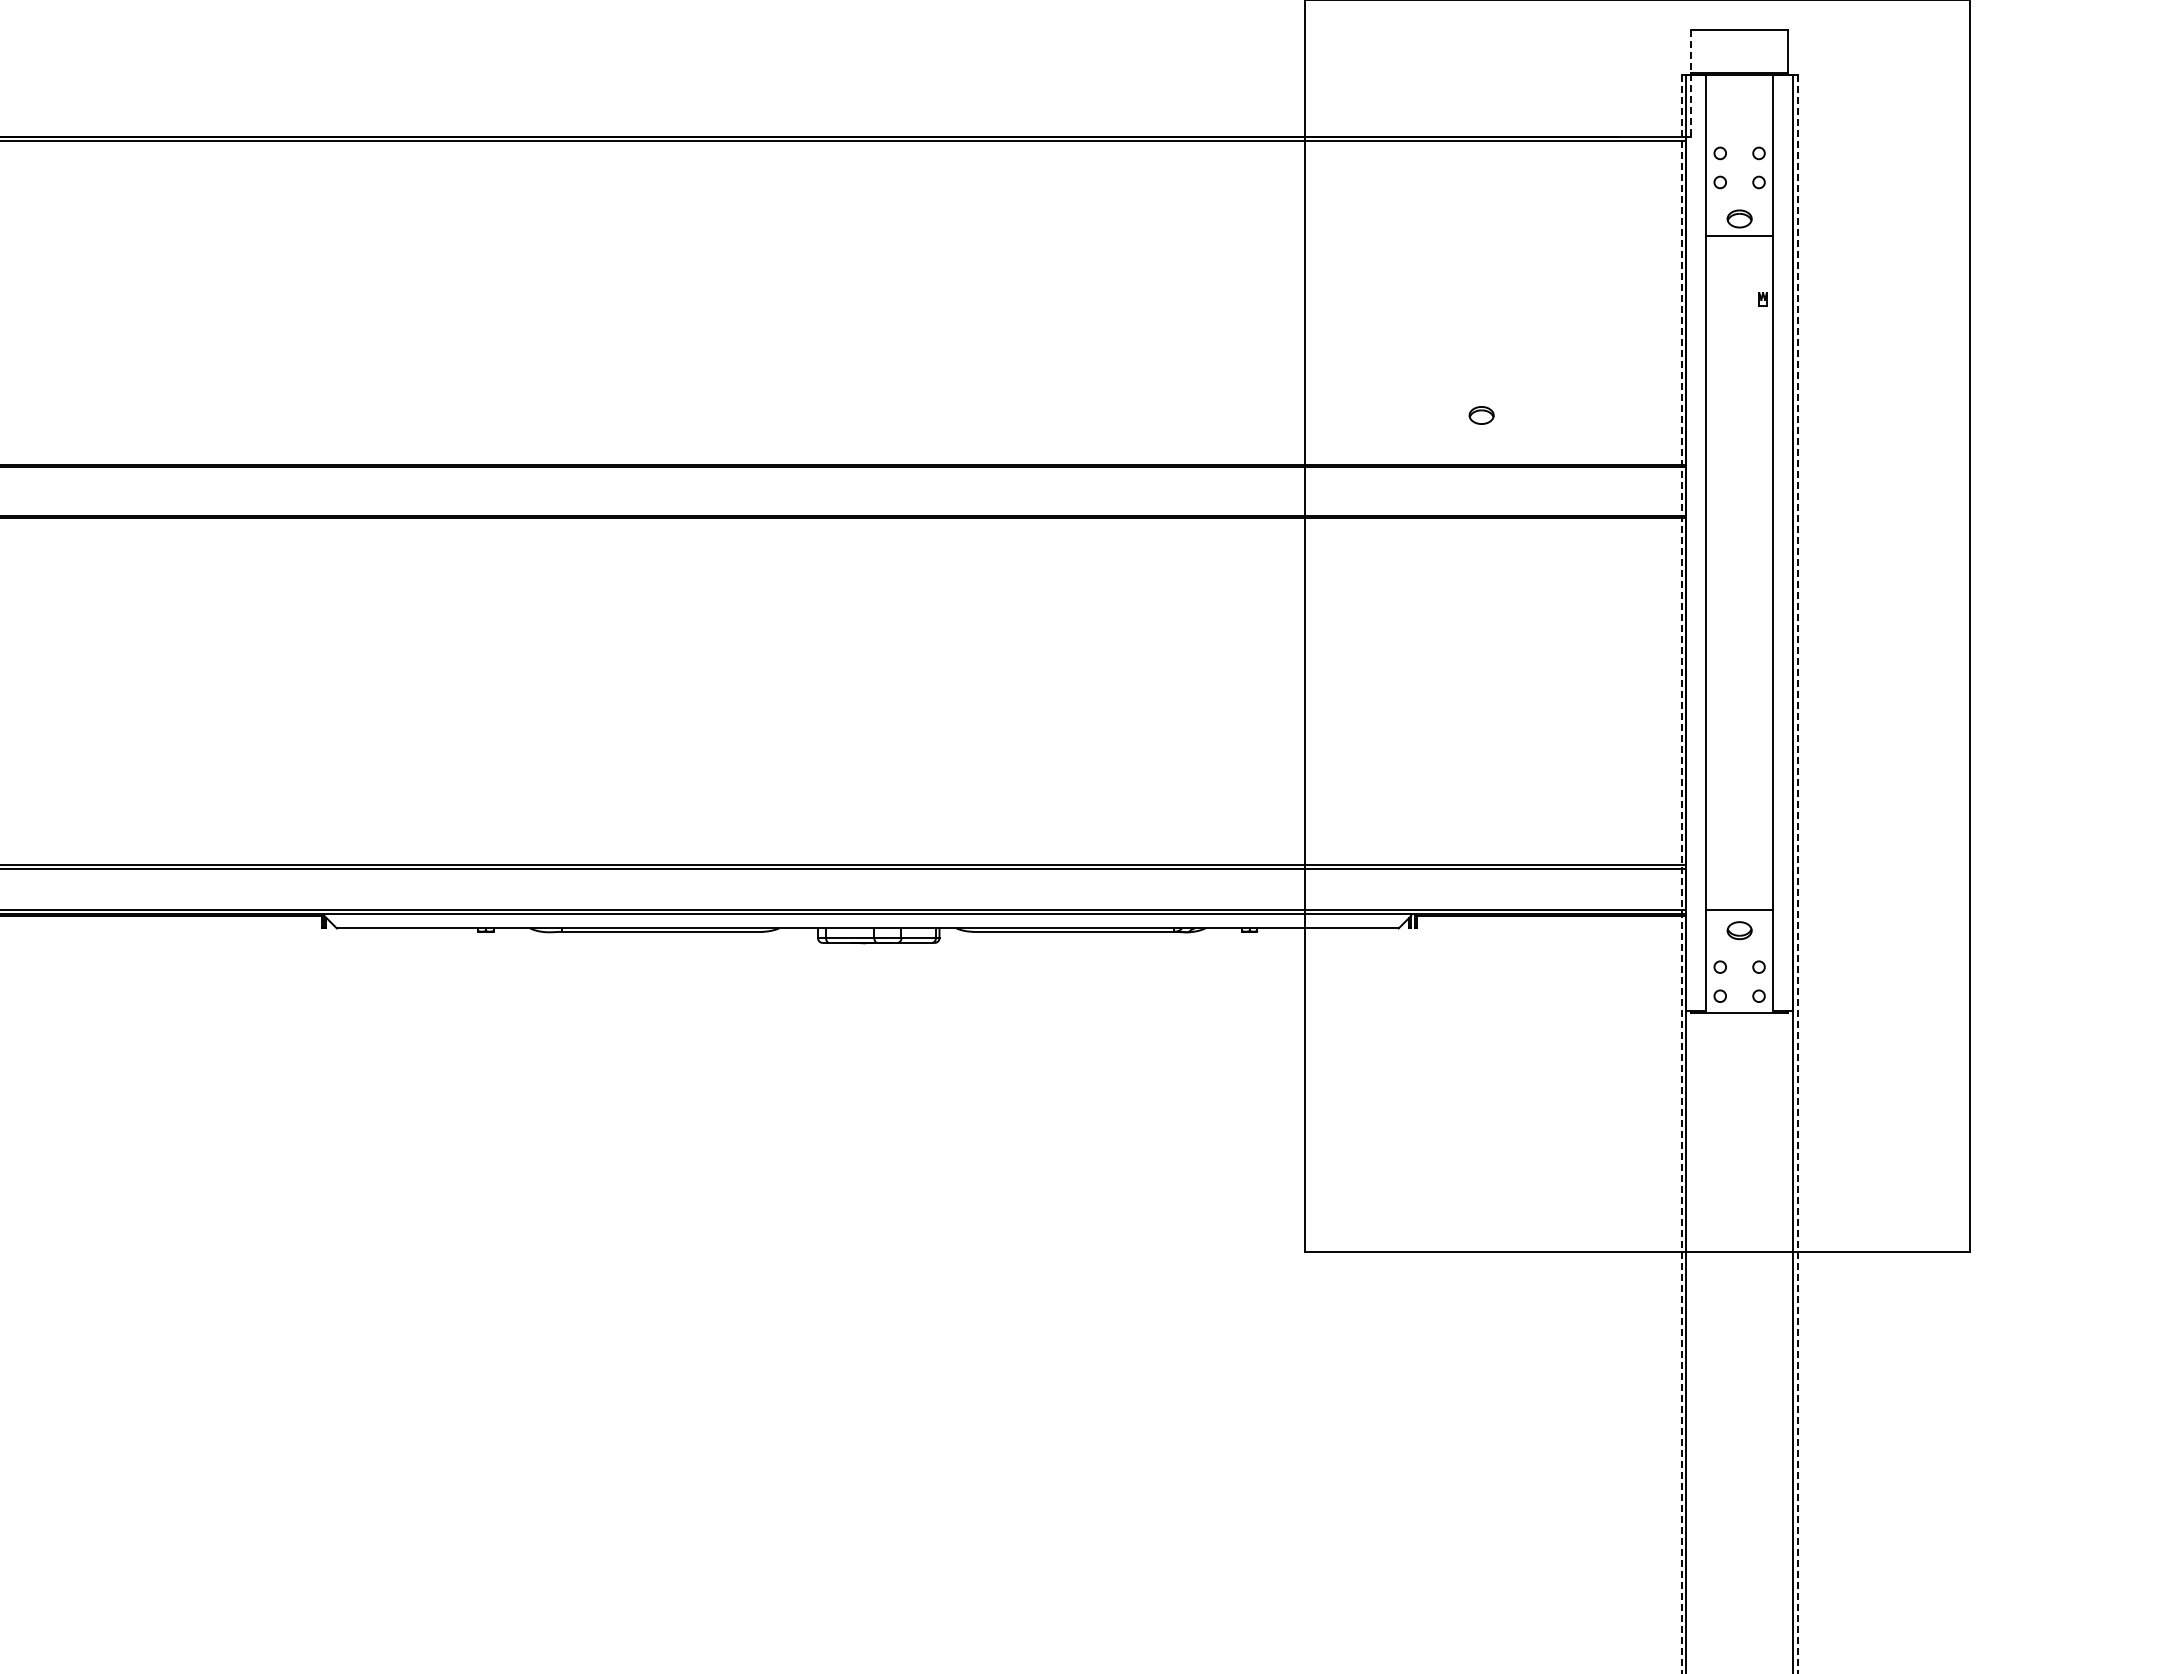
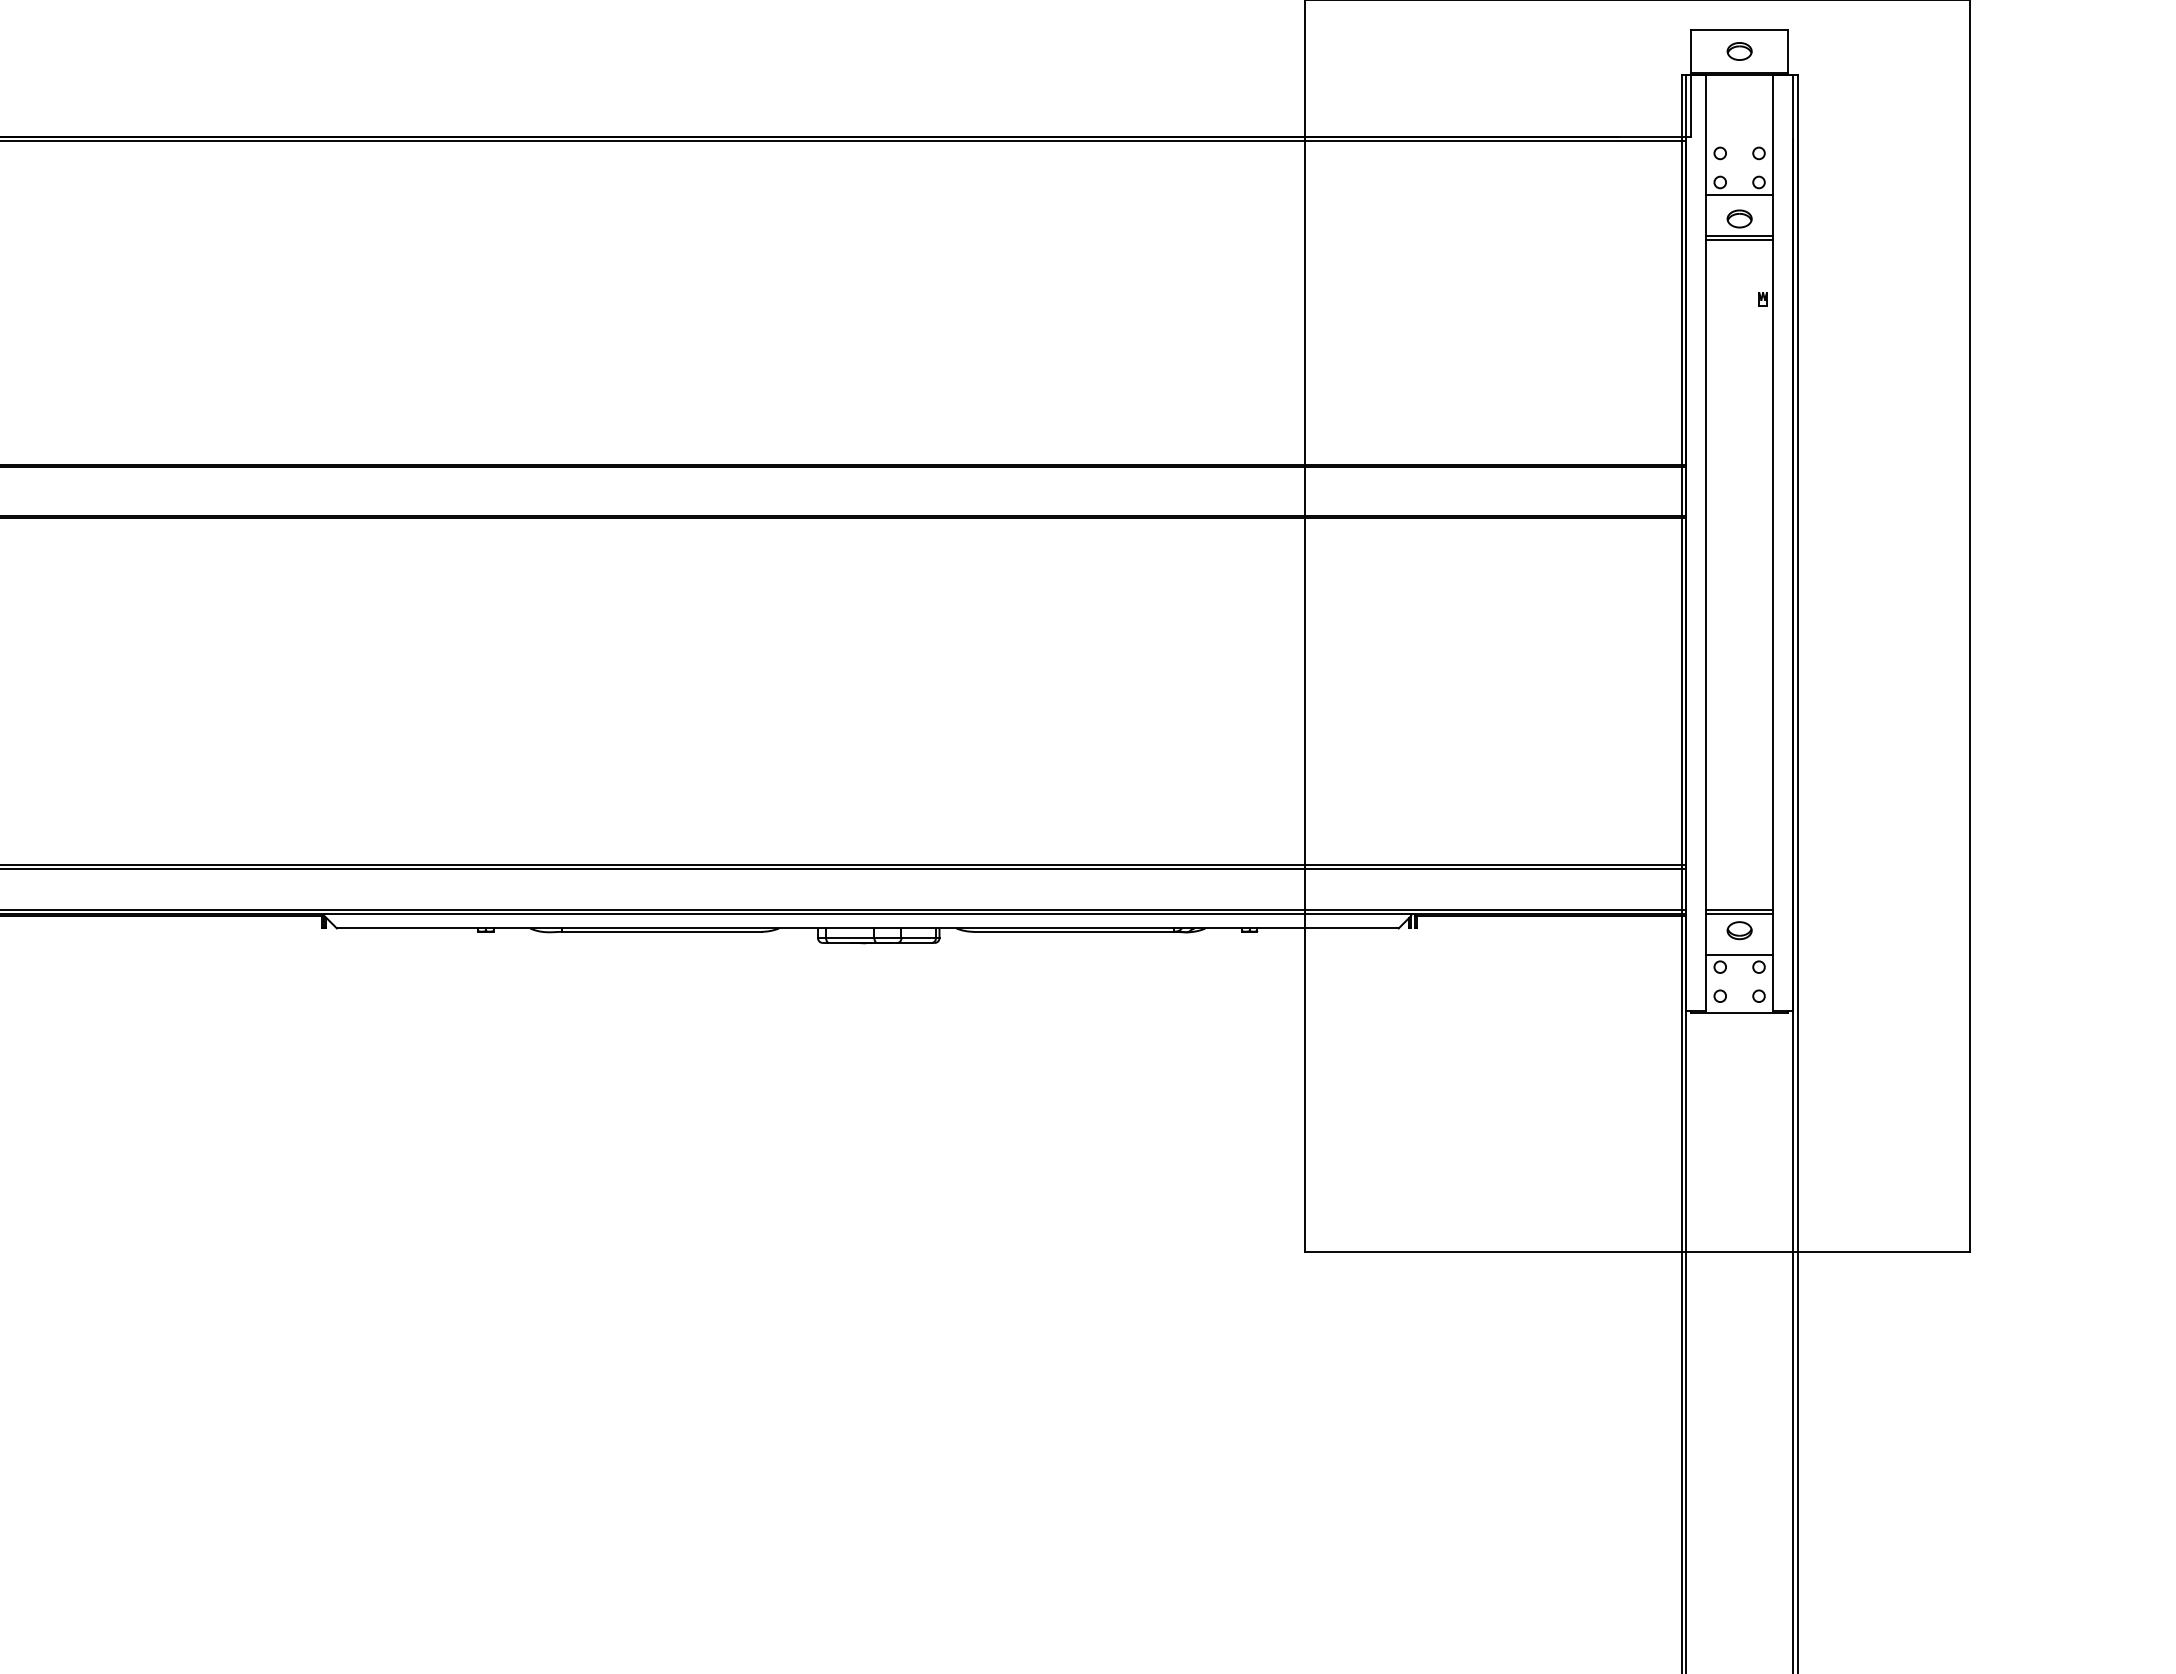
line at (1691, 84): dashed -> solid
line at (1739, 195): none -> present
line at (1739, 239): none -> present
part at (1481, 415) position: (1481, 415) -> (1739, 51)
line at (1681, 874): dashed -> solid
line at (1797, 874): dashed -> solid
line at (1739, 913): none -> present
line at (1739, 954): none -> present
